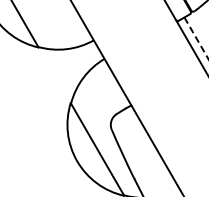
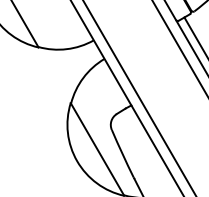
line at (196, 39): dashed -> solid
line at (179, 47): none -> present
line at (139, 97): none -> present
